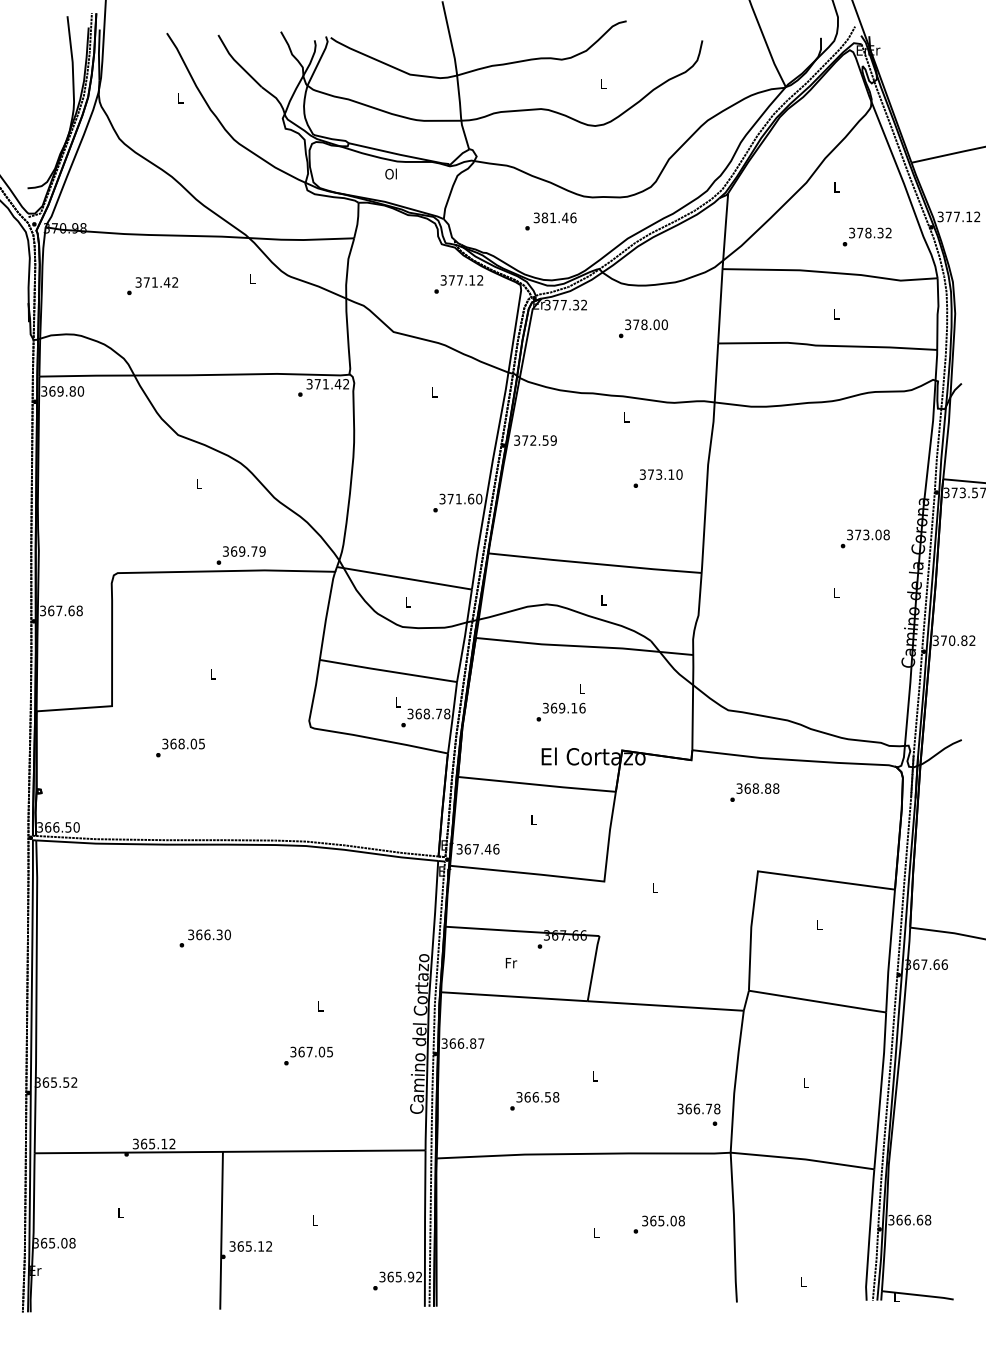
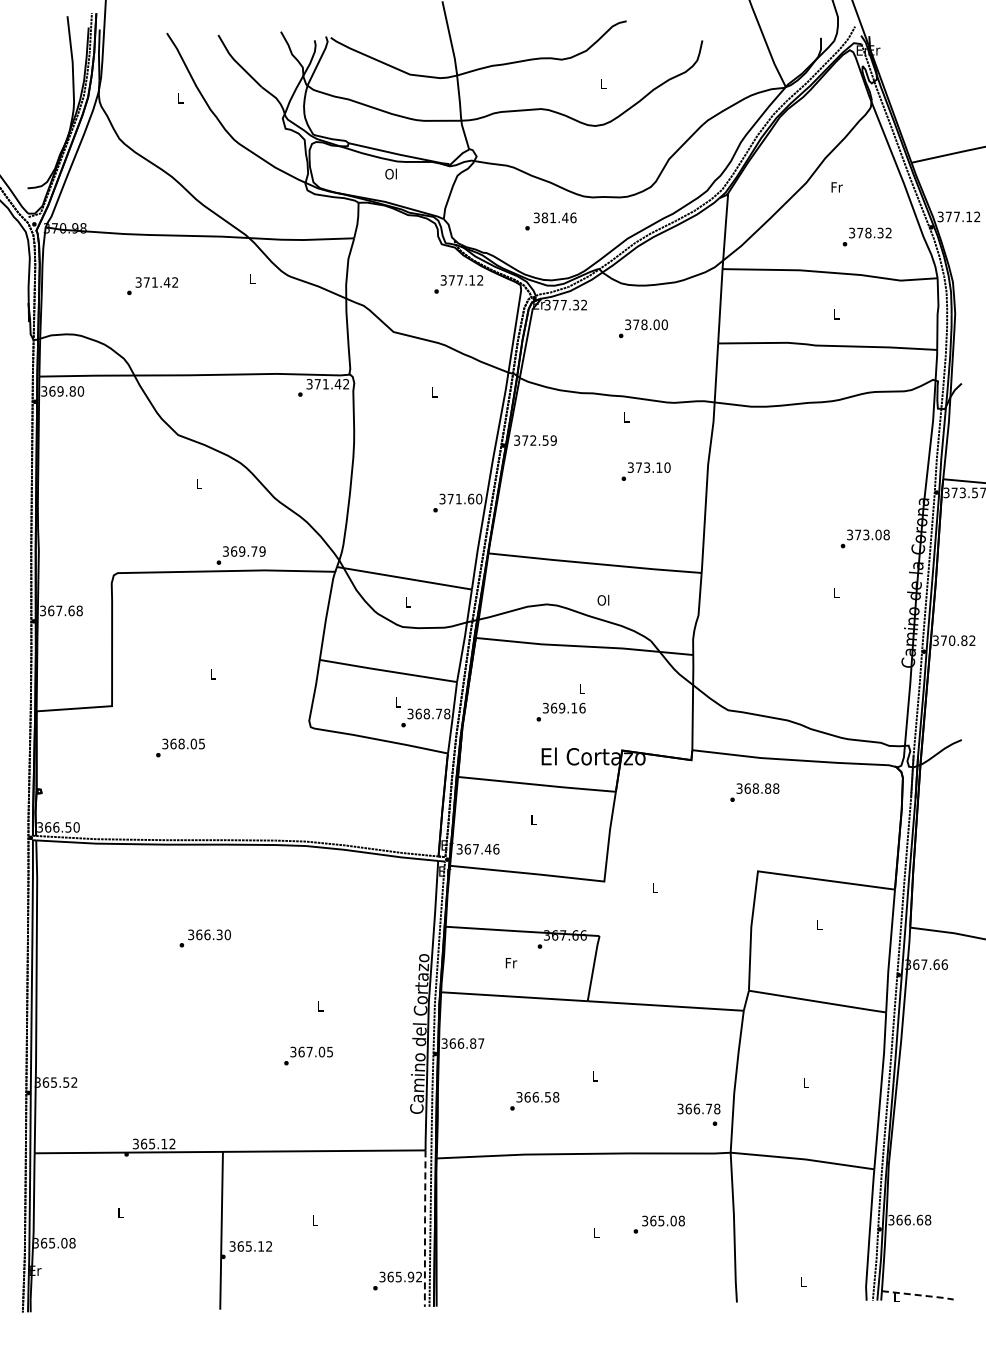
text at (836, 187): L -> Fr
text at (657, 478) position: (657, 478) -> (645, 471)
text at (603, 599): L -> Ol
line at (425, 1228): solid -> dashed
line at (918, 1295): solid -> dashed
